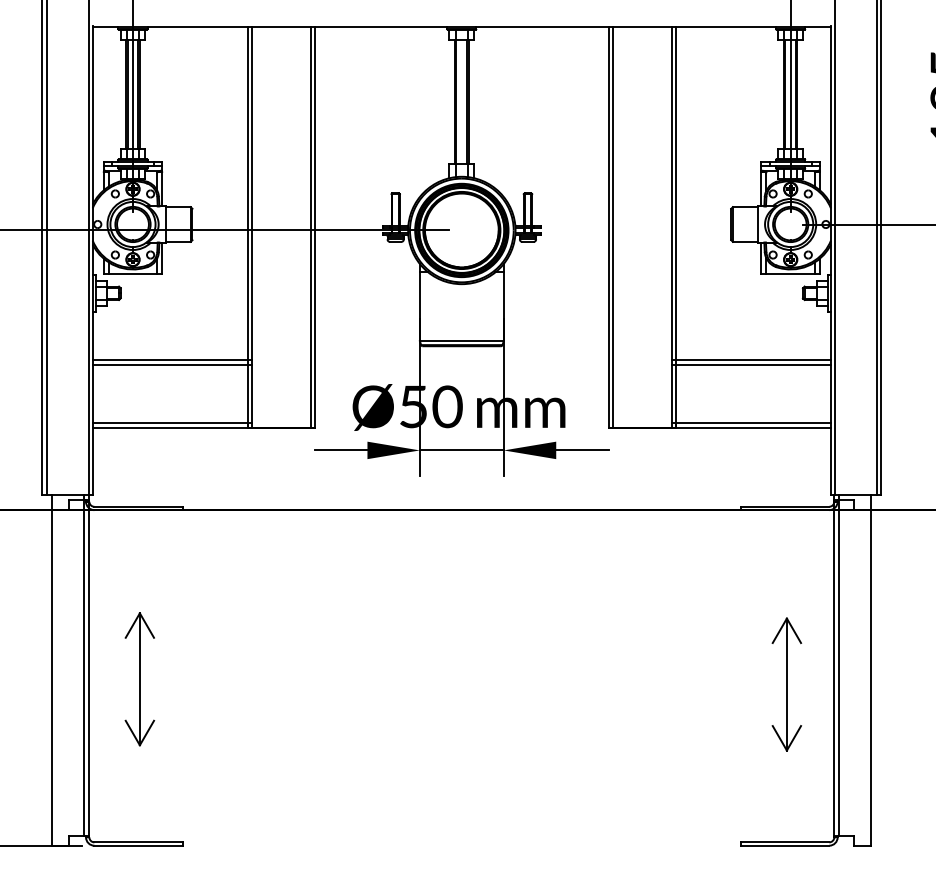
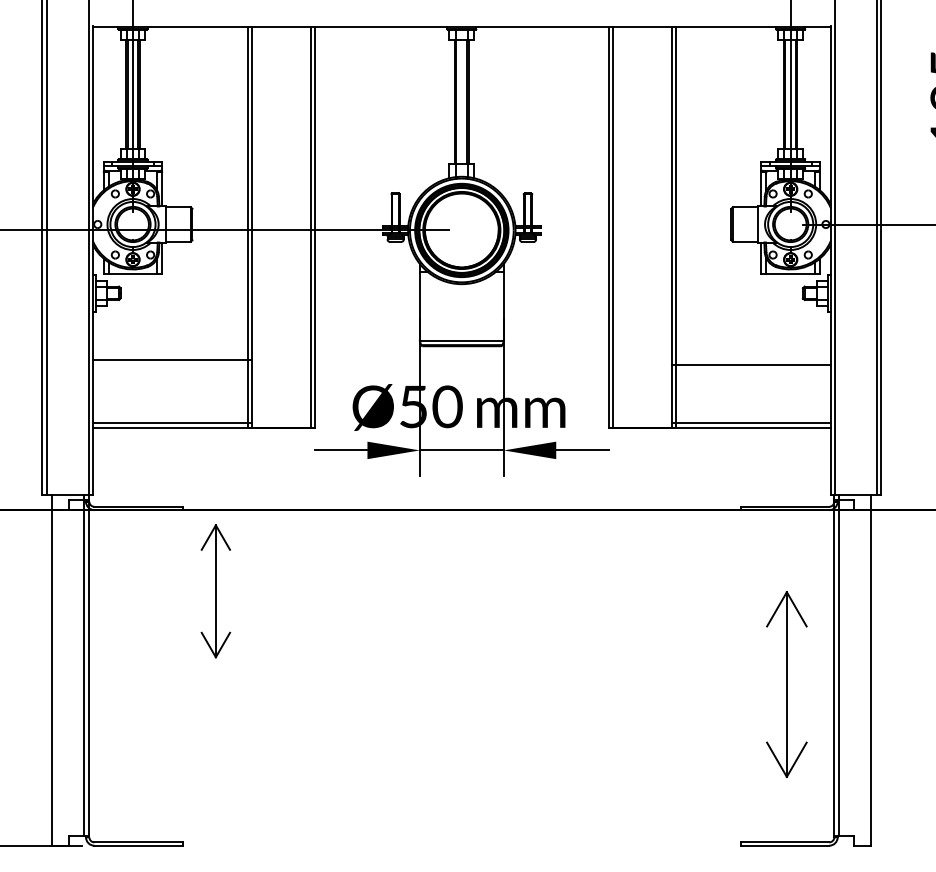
line at (750, 360): present -> none
line at (172, 364): present -> none
part at (139, 679) position: (139, 679) -> (215, 591)
part at (786, 684) size: 32x135 px -> 42x187 px
